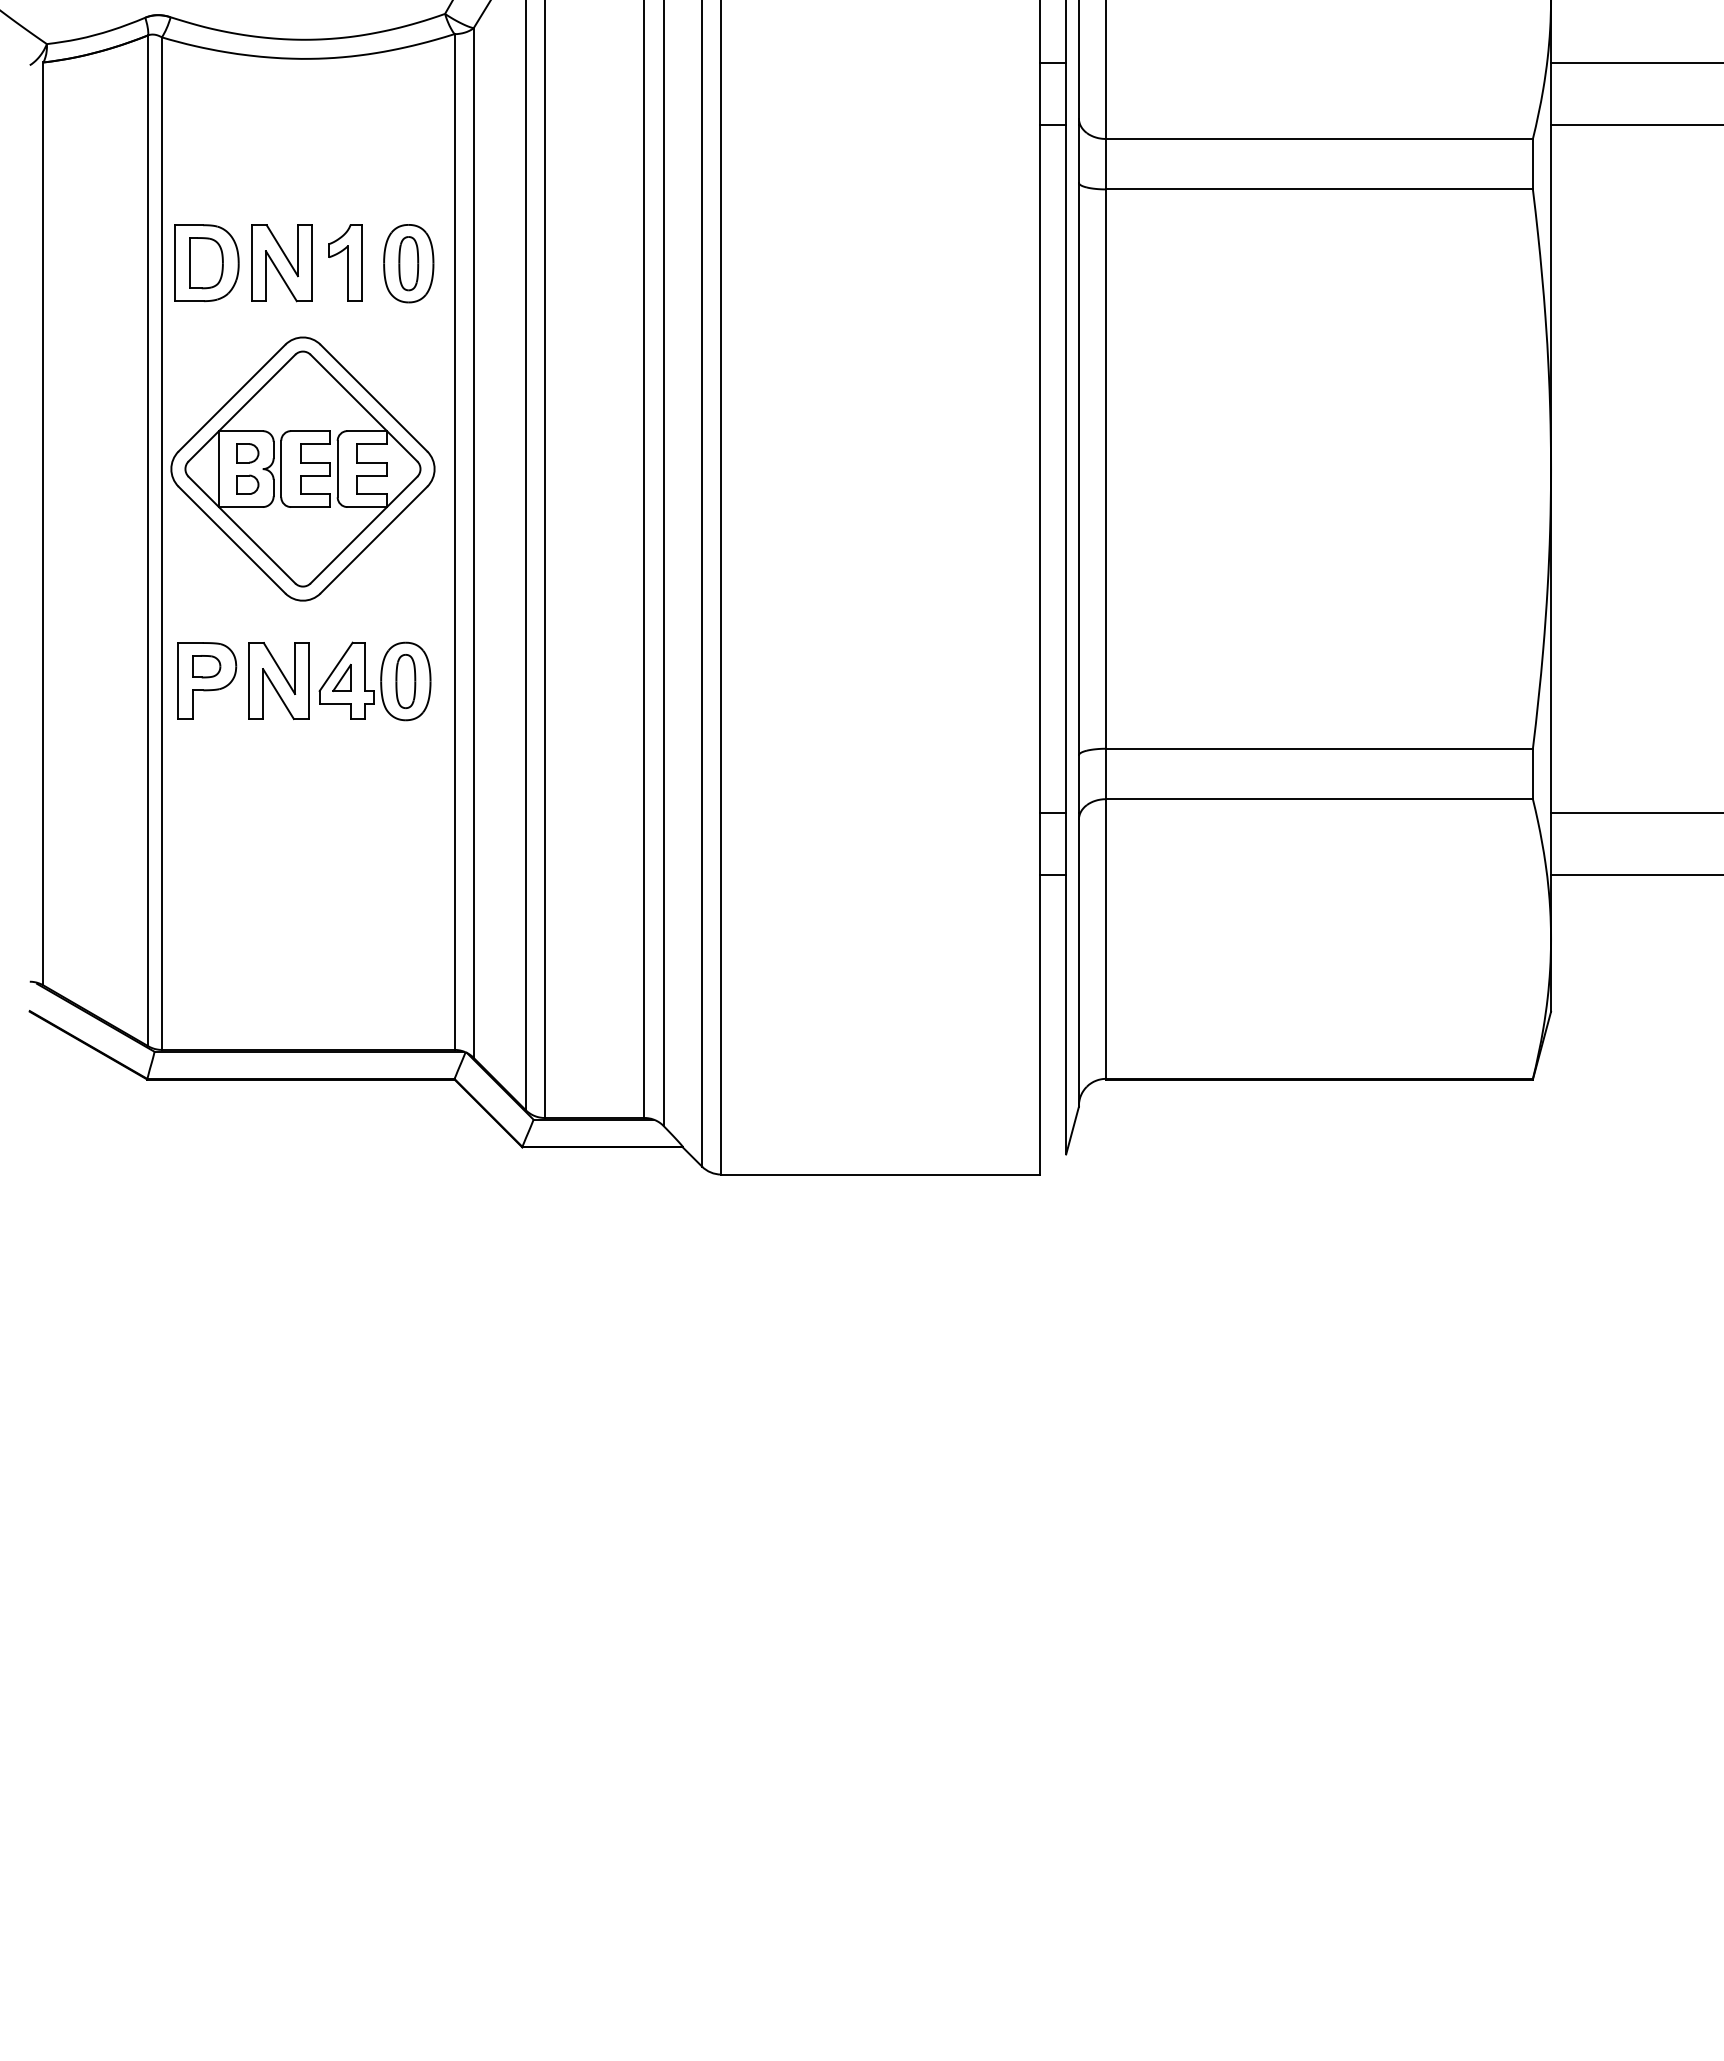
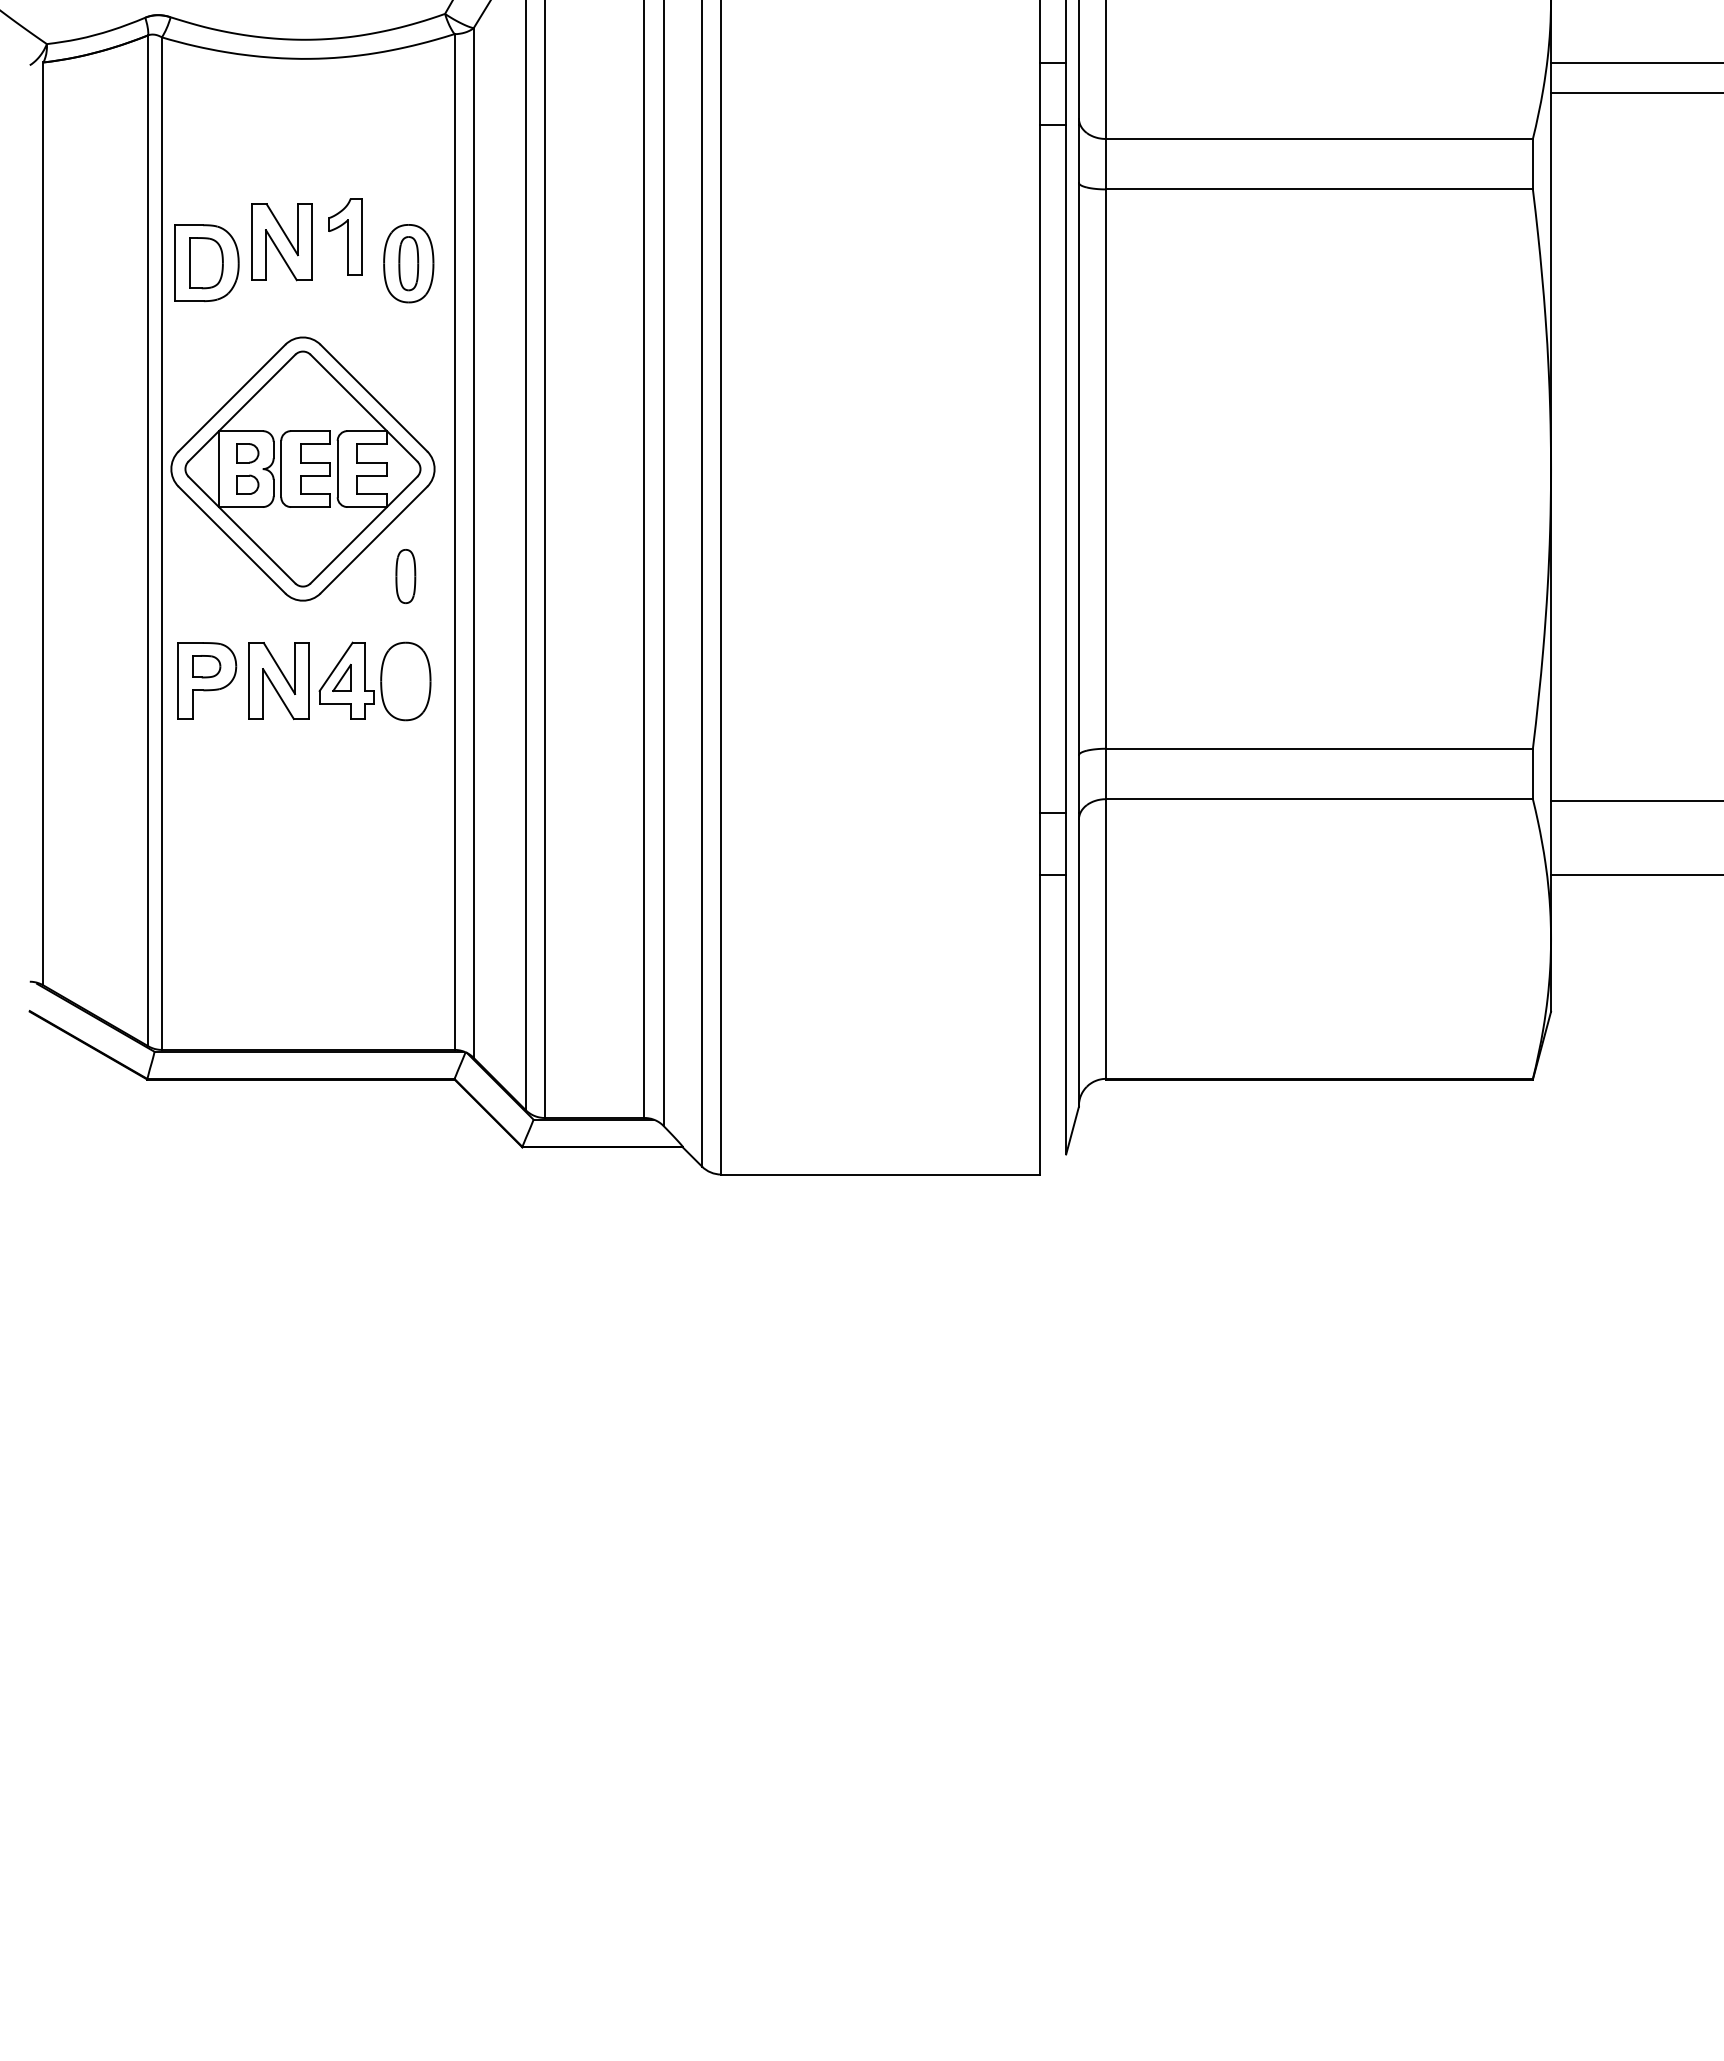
line at (1635, 125) position: (1635, 125) -> (1635, 93)
part at (345, 262) position: (345, 262) -> (345, 236)
part at (281, 263) position: (281, 263) -> (281, 242)
part at (405, 681) position: (405, 681) -> (405, 576)
line at (1635, 813) position: (1635, 813) -> (1635, 801)
